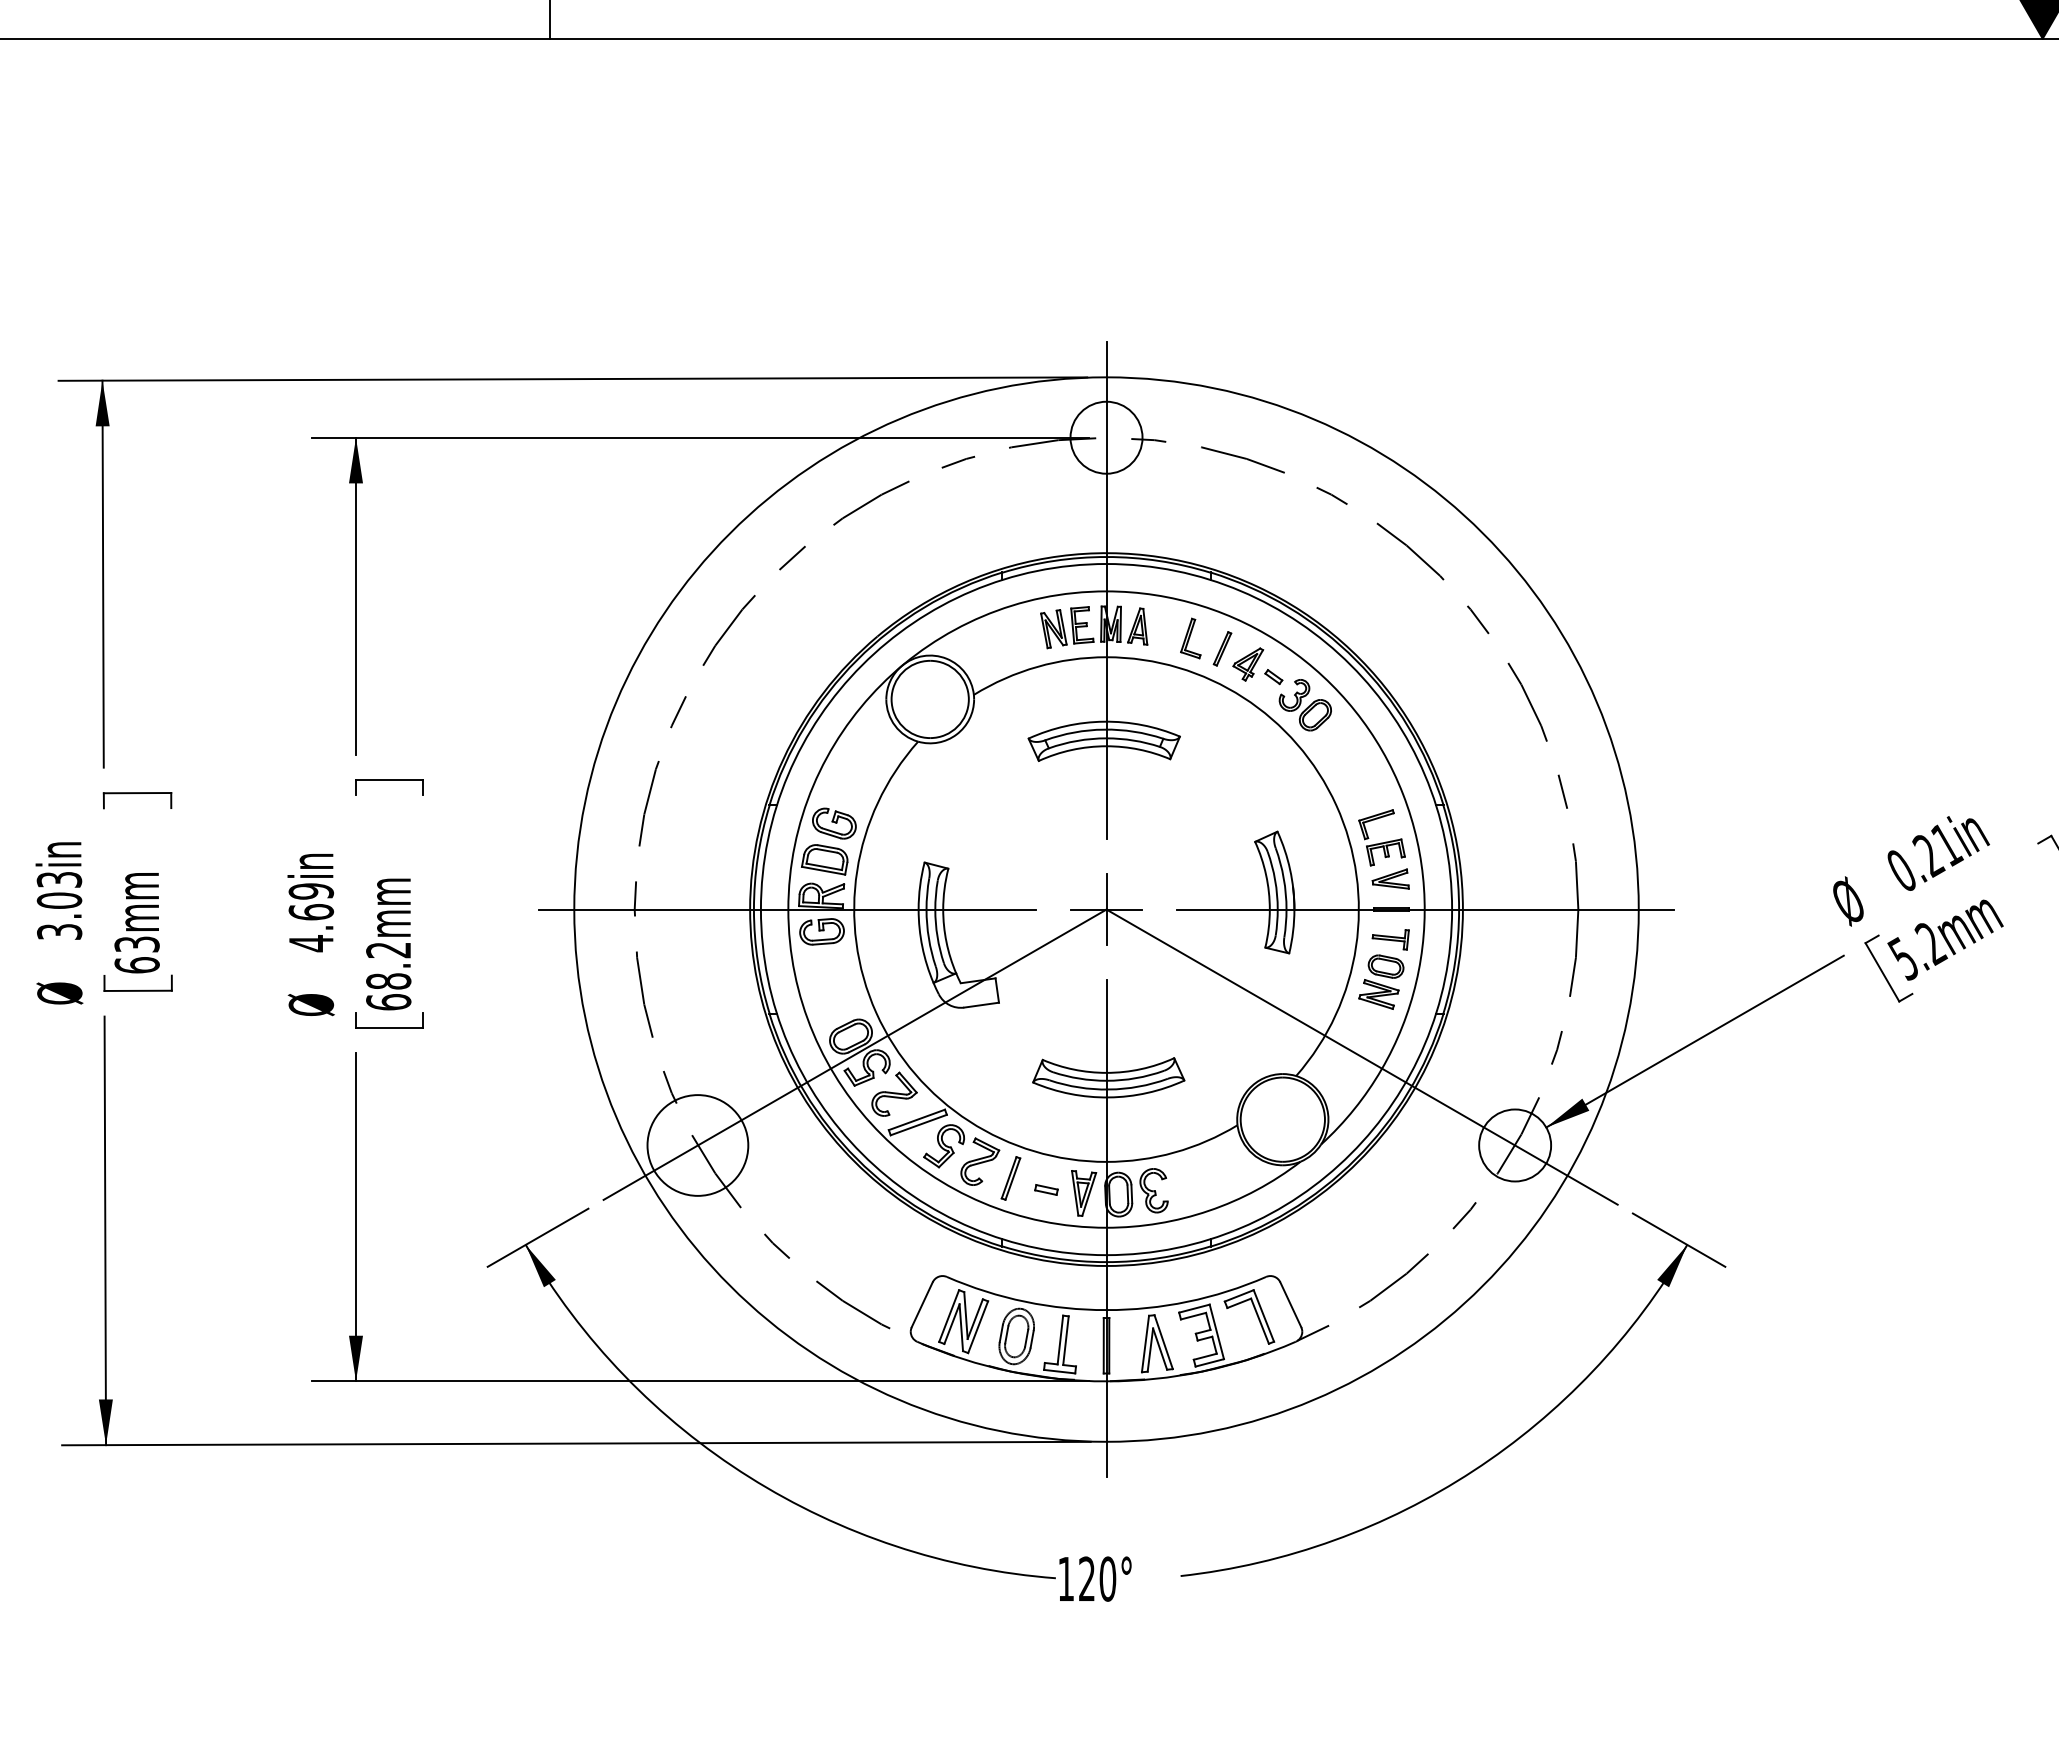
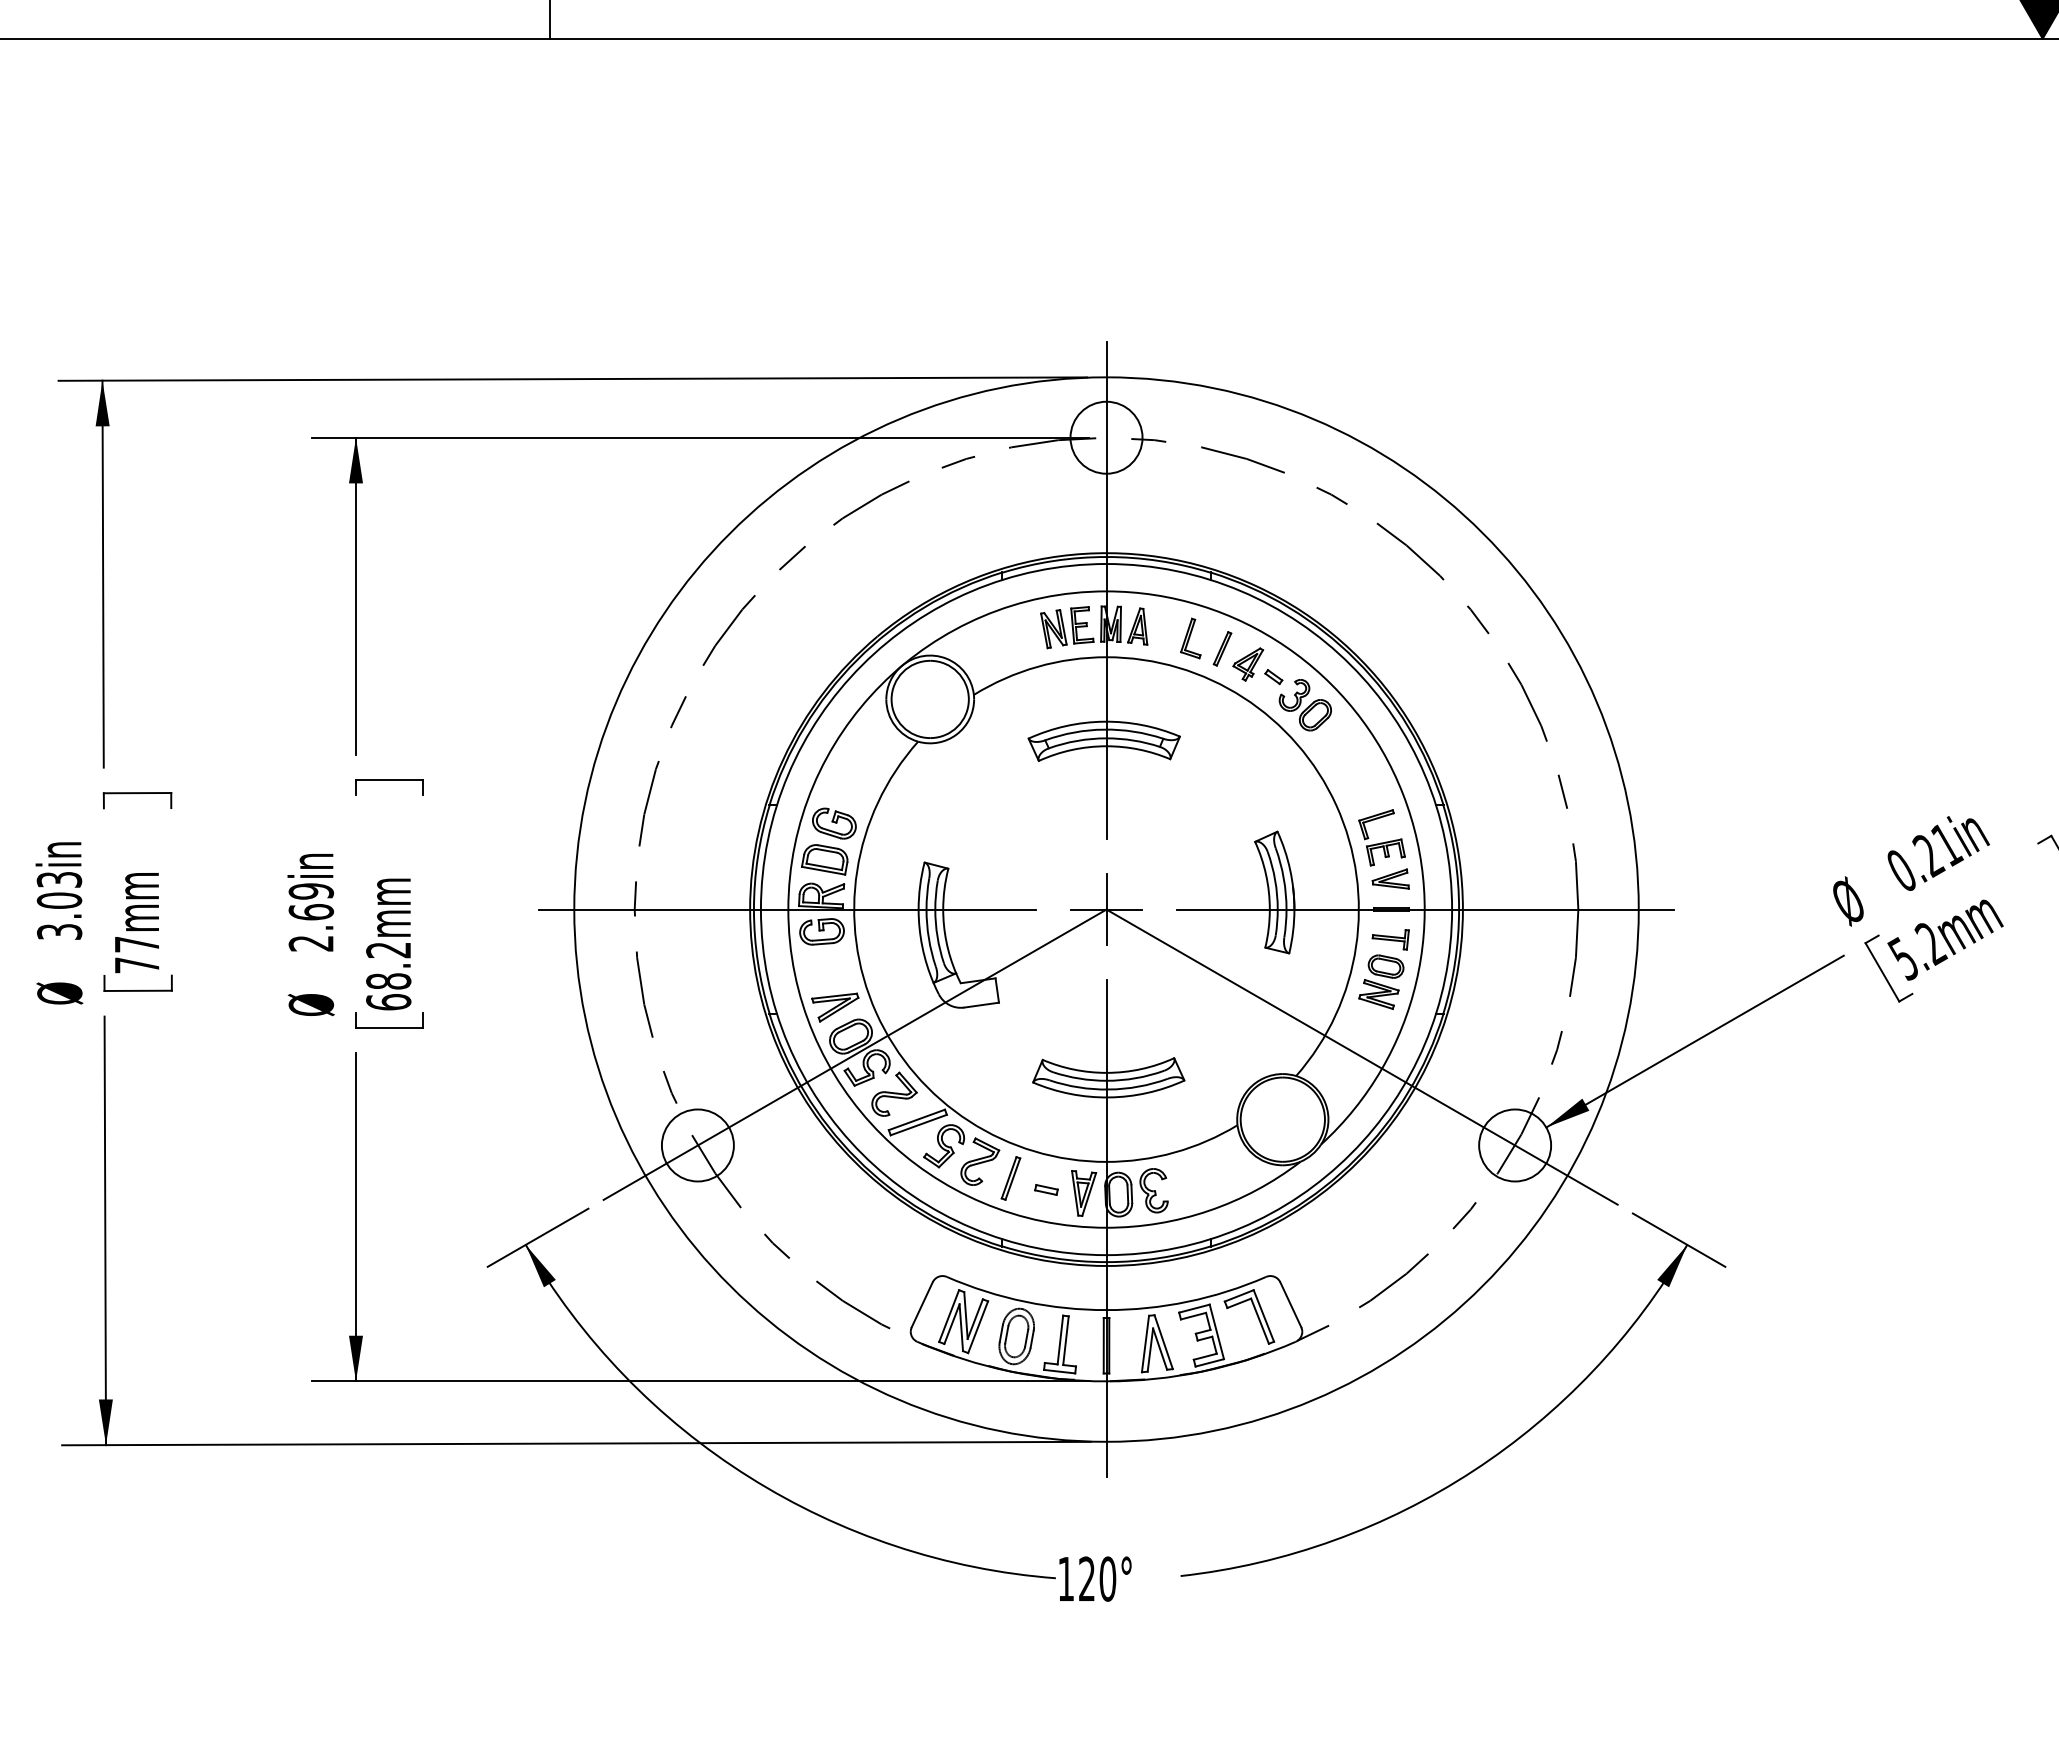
text at (310, 943): 4.69in -> 2.69in
text at (136, 954): 63mm -> 77mm
part at (835, 1007): none -> present
circle at (697, 1145) diameter: 101 px -> 72 px
